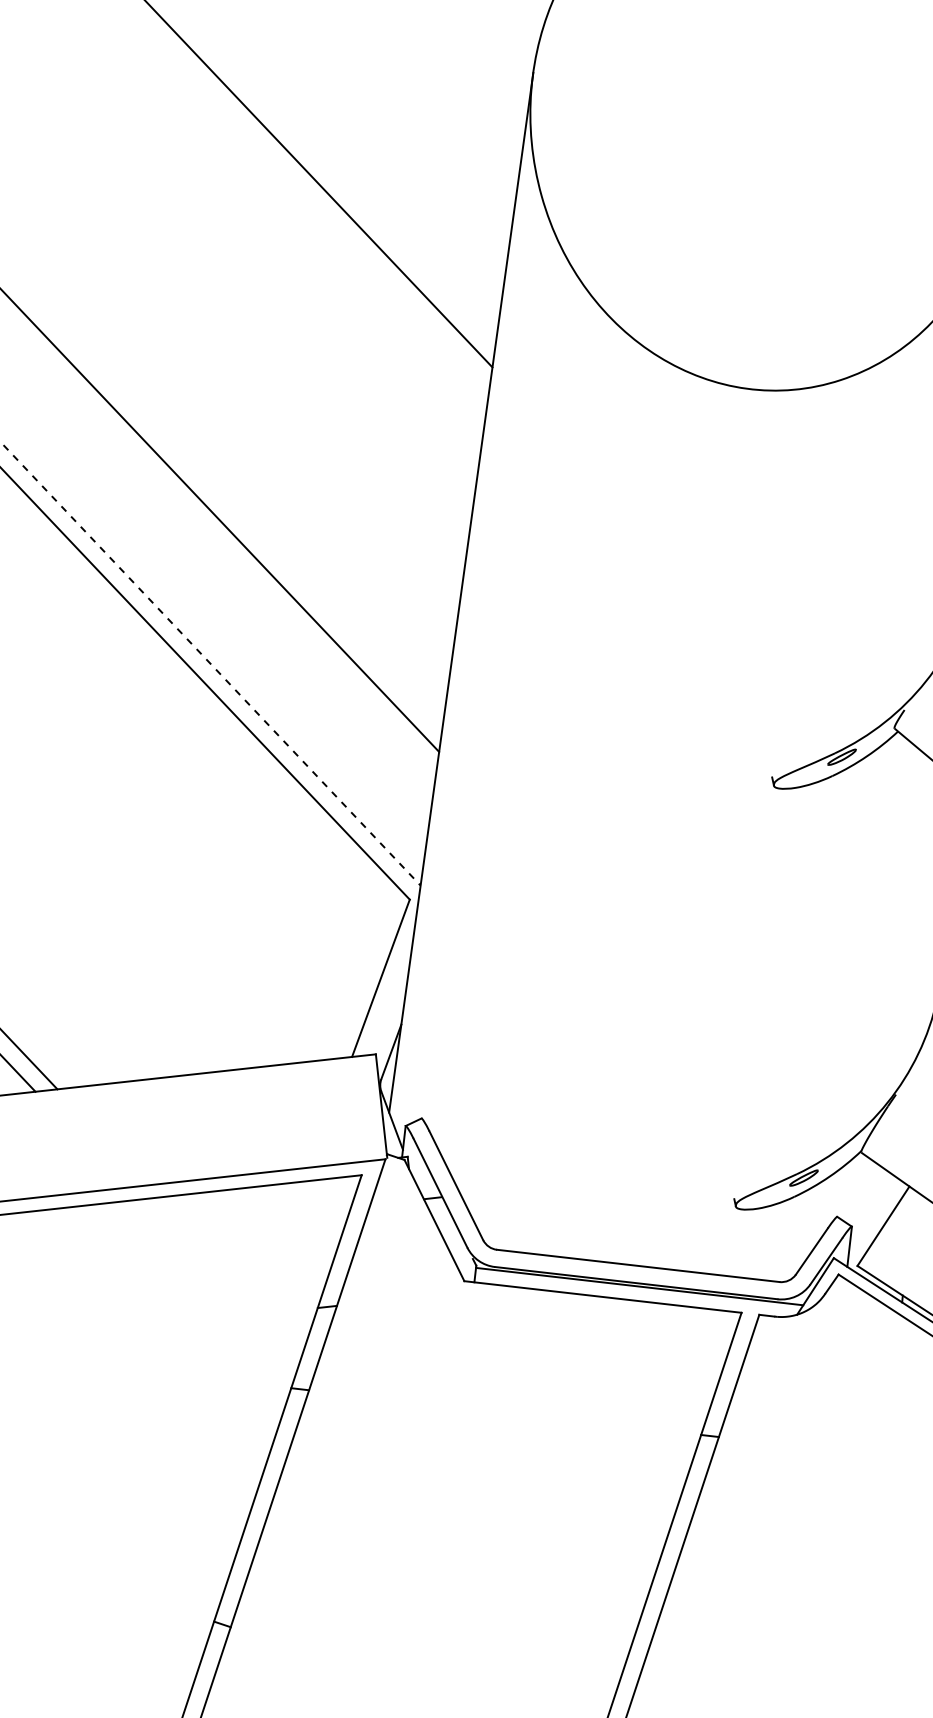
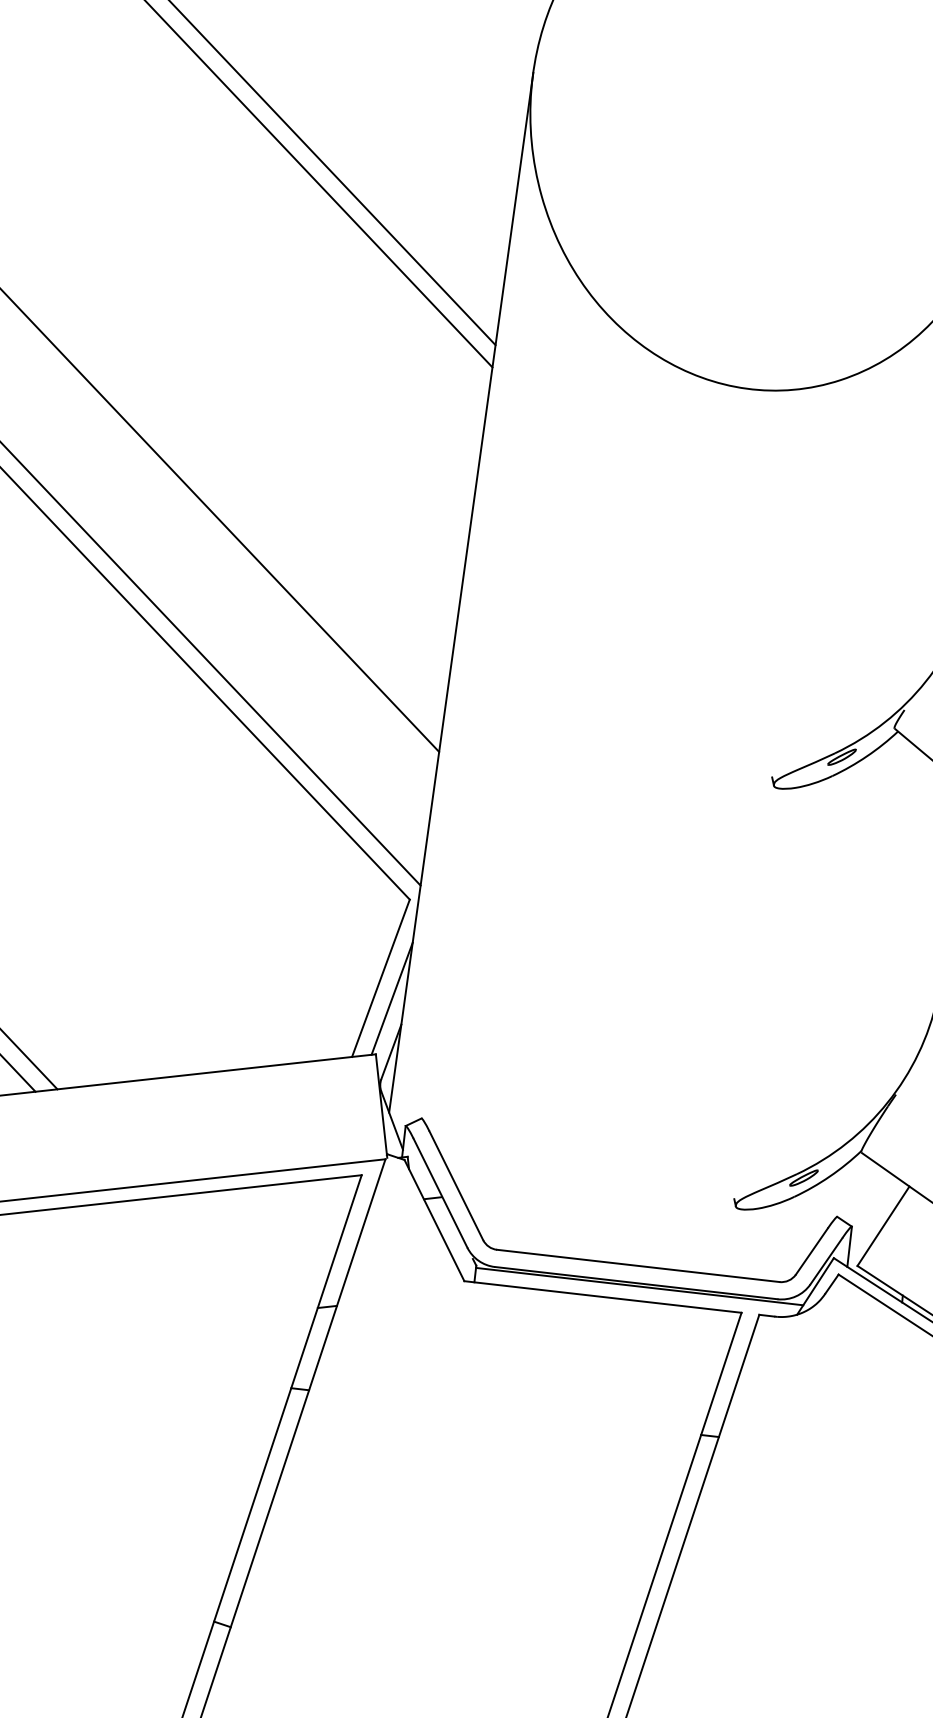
line at (332, 173): none -> present
line at (210, 664): dashed -> solid
line at (391, 998): none -> present
